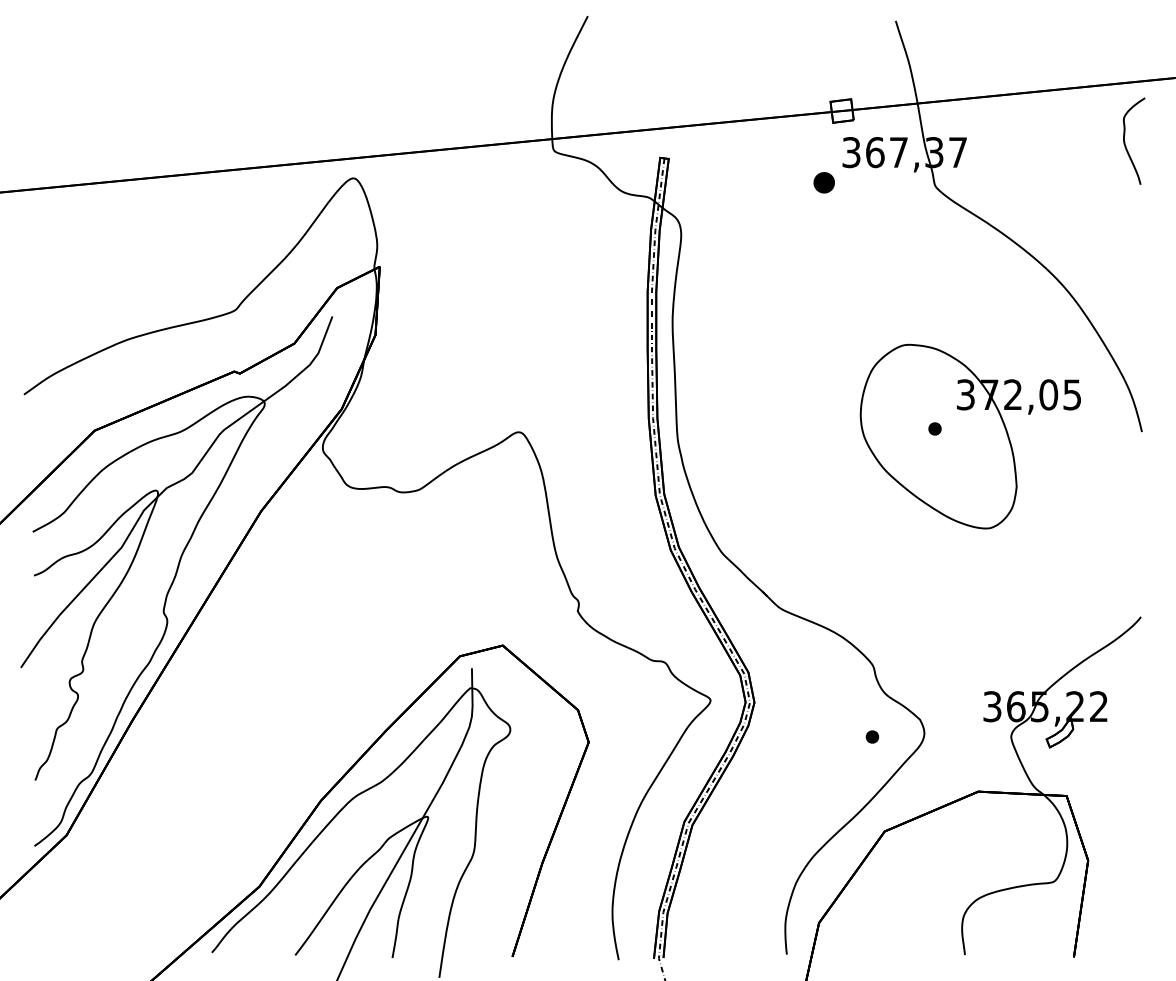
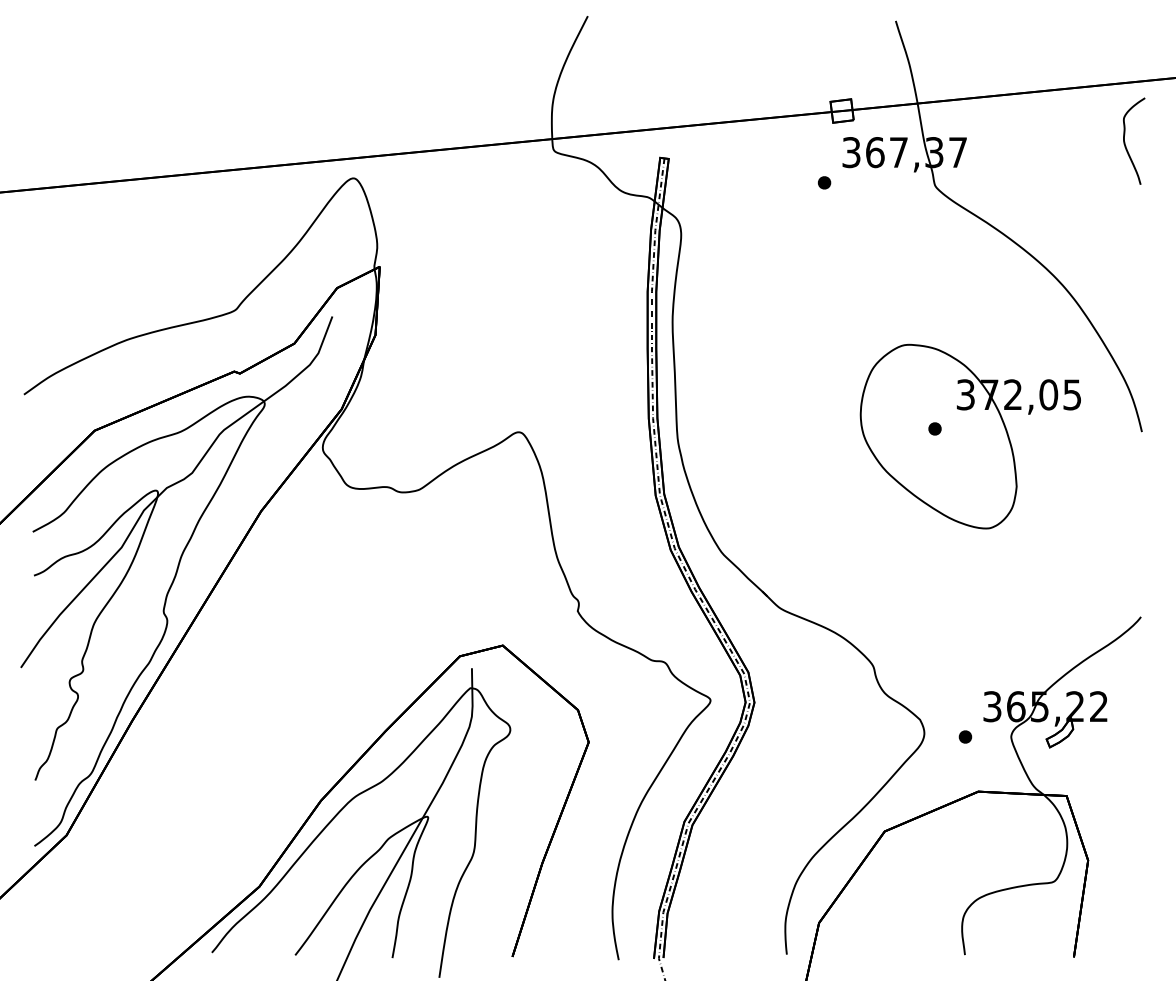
part at (823, 182) size: 22x22 px -> 14x14 px
part at (872, 736) position: (872, 736) -> (965, 736)
